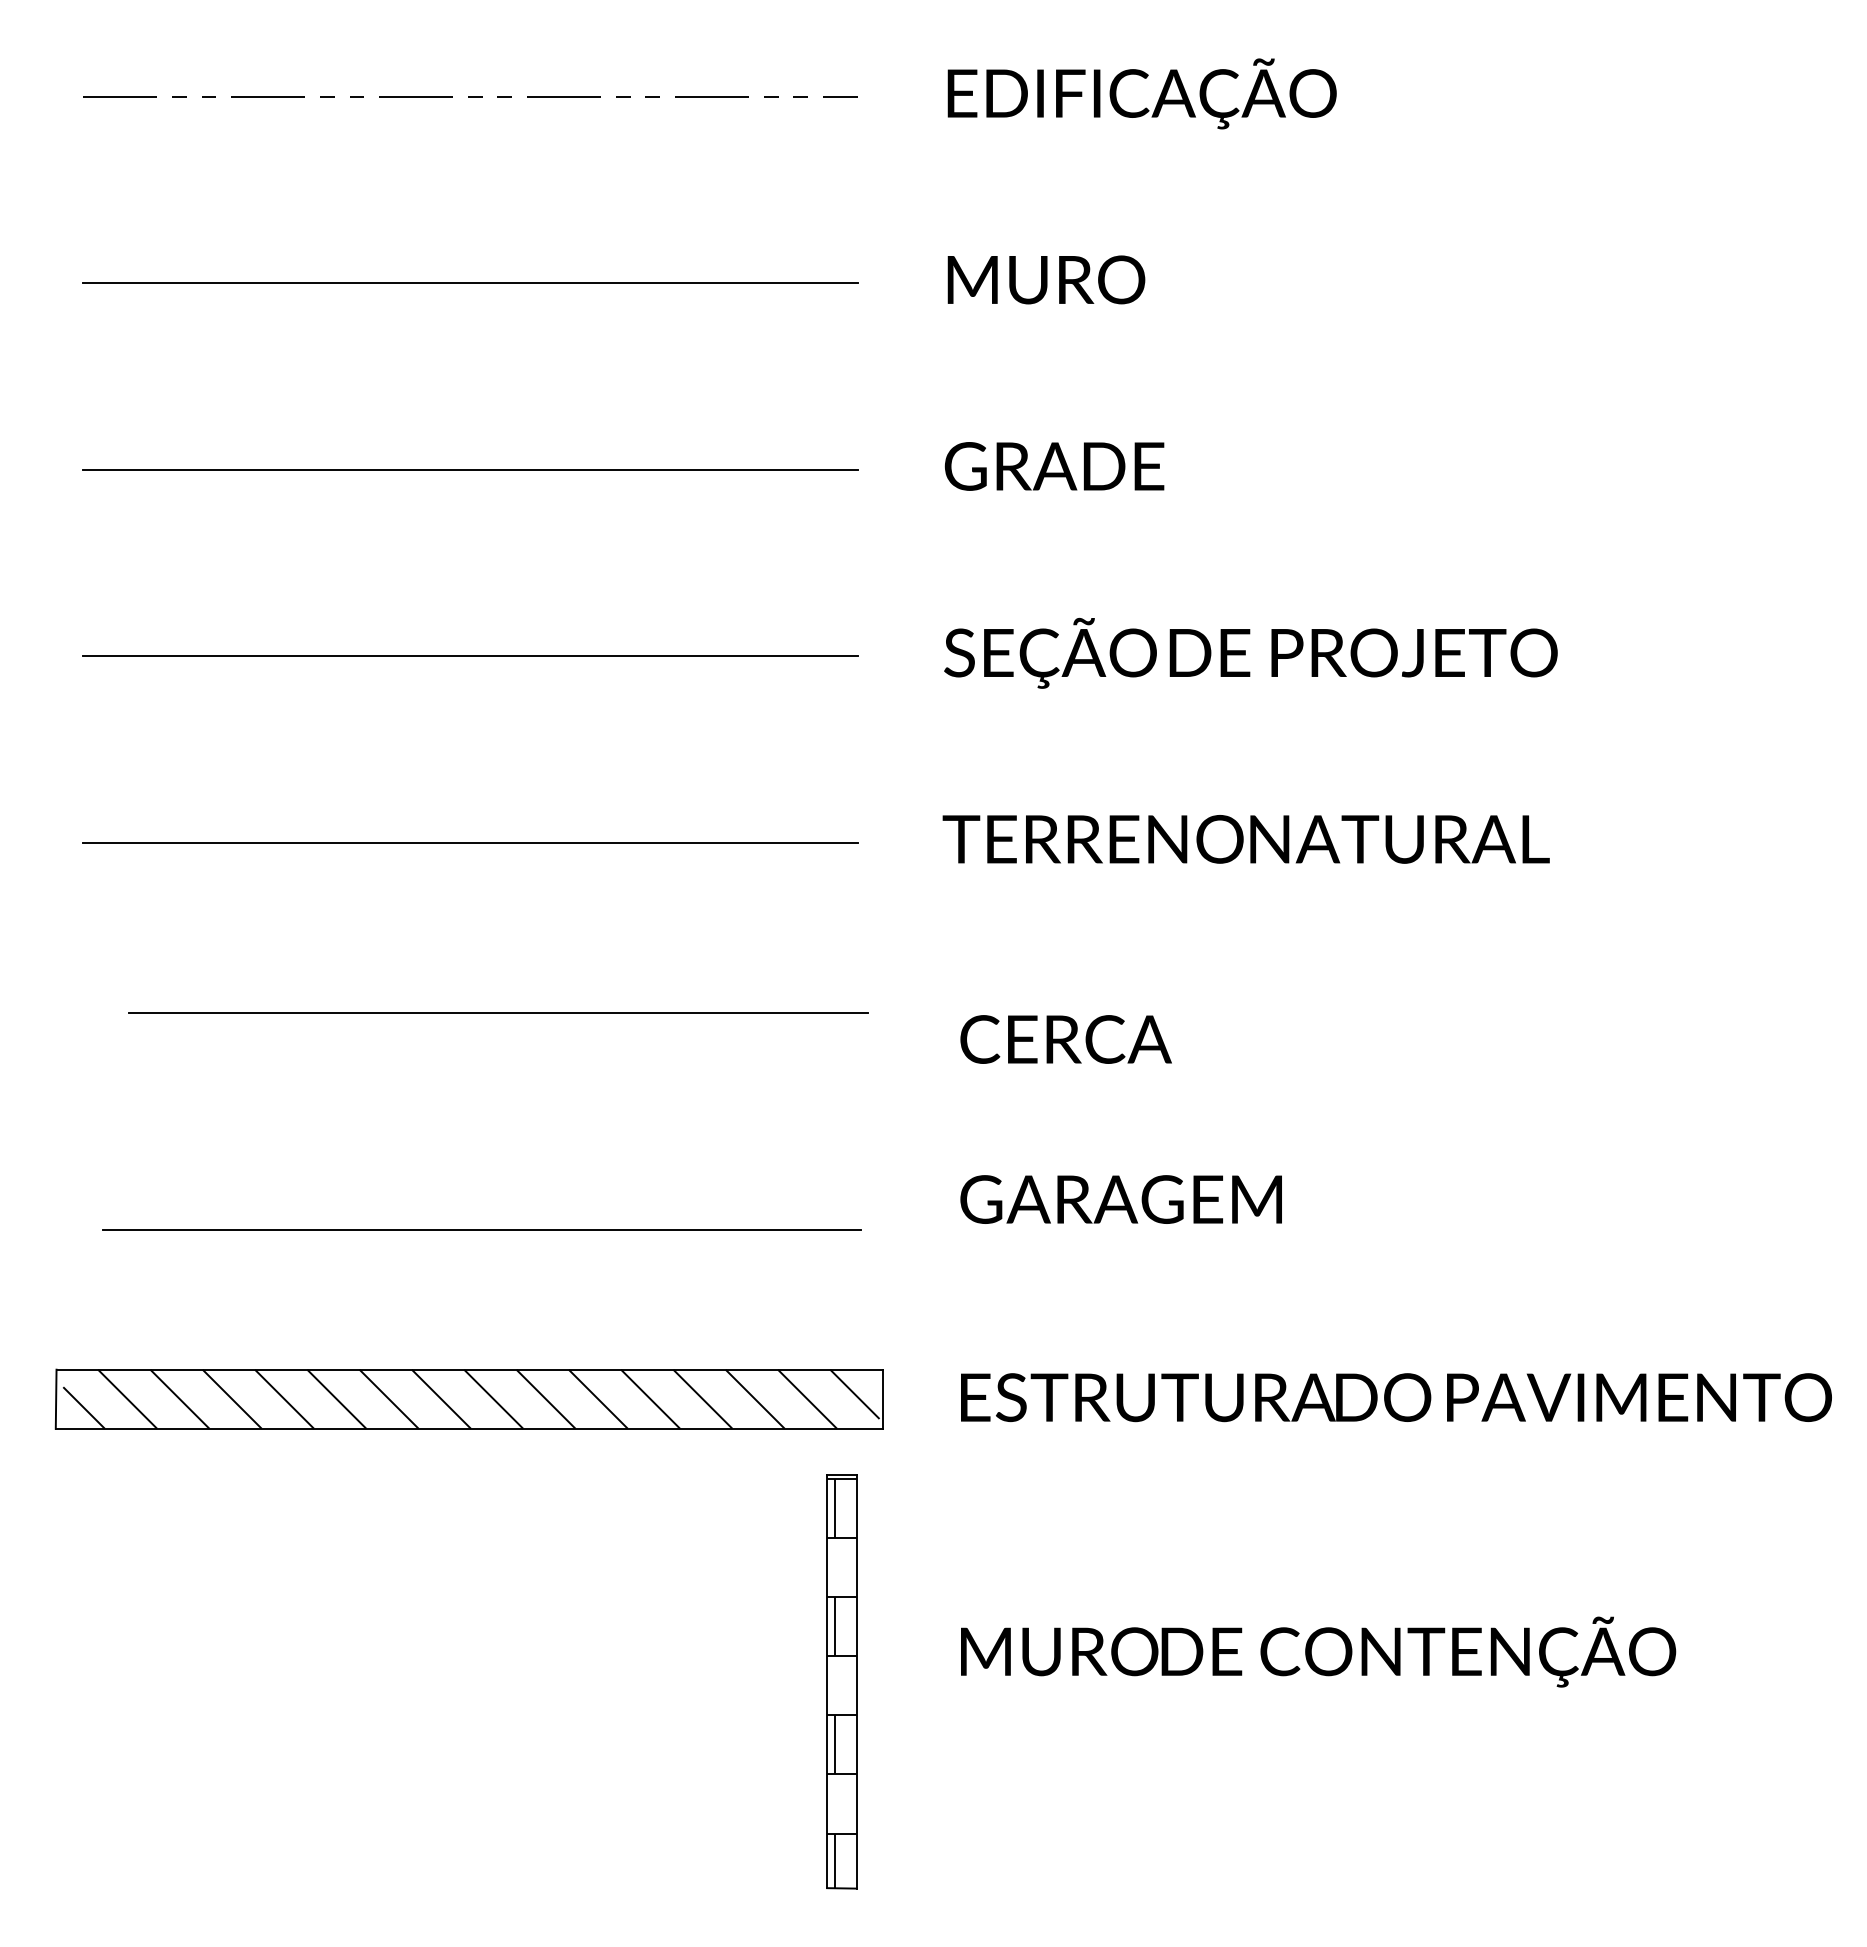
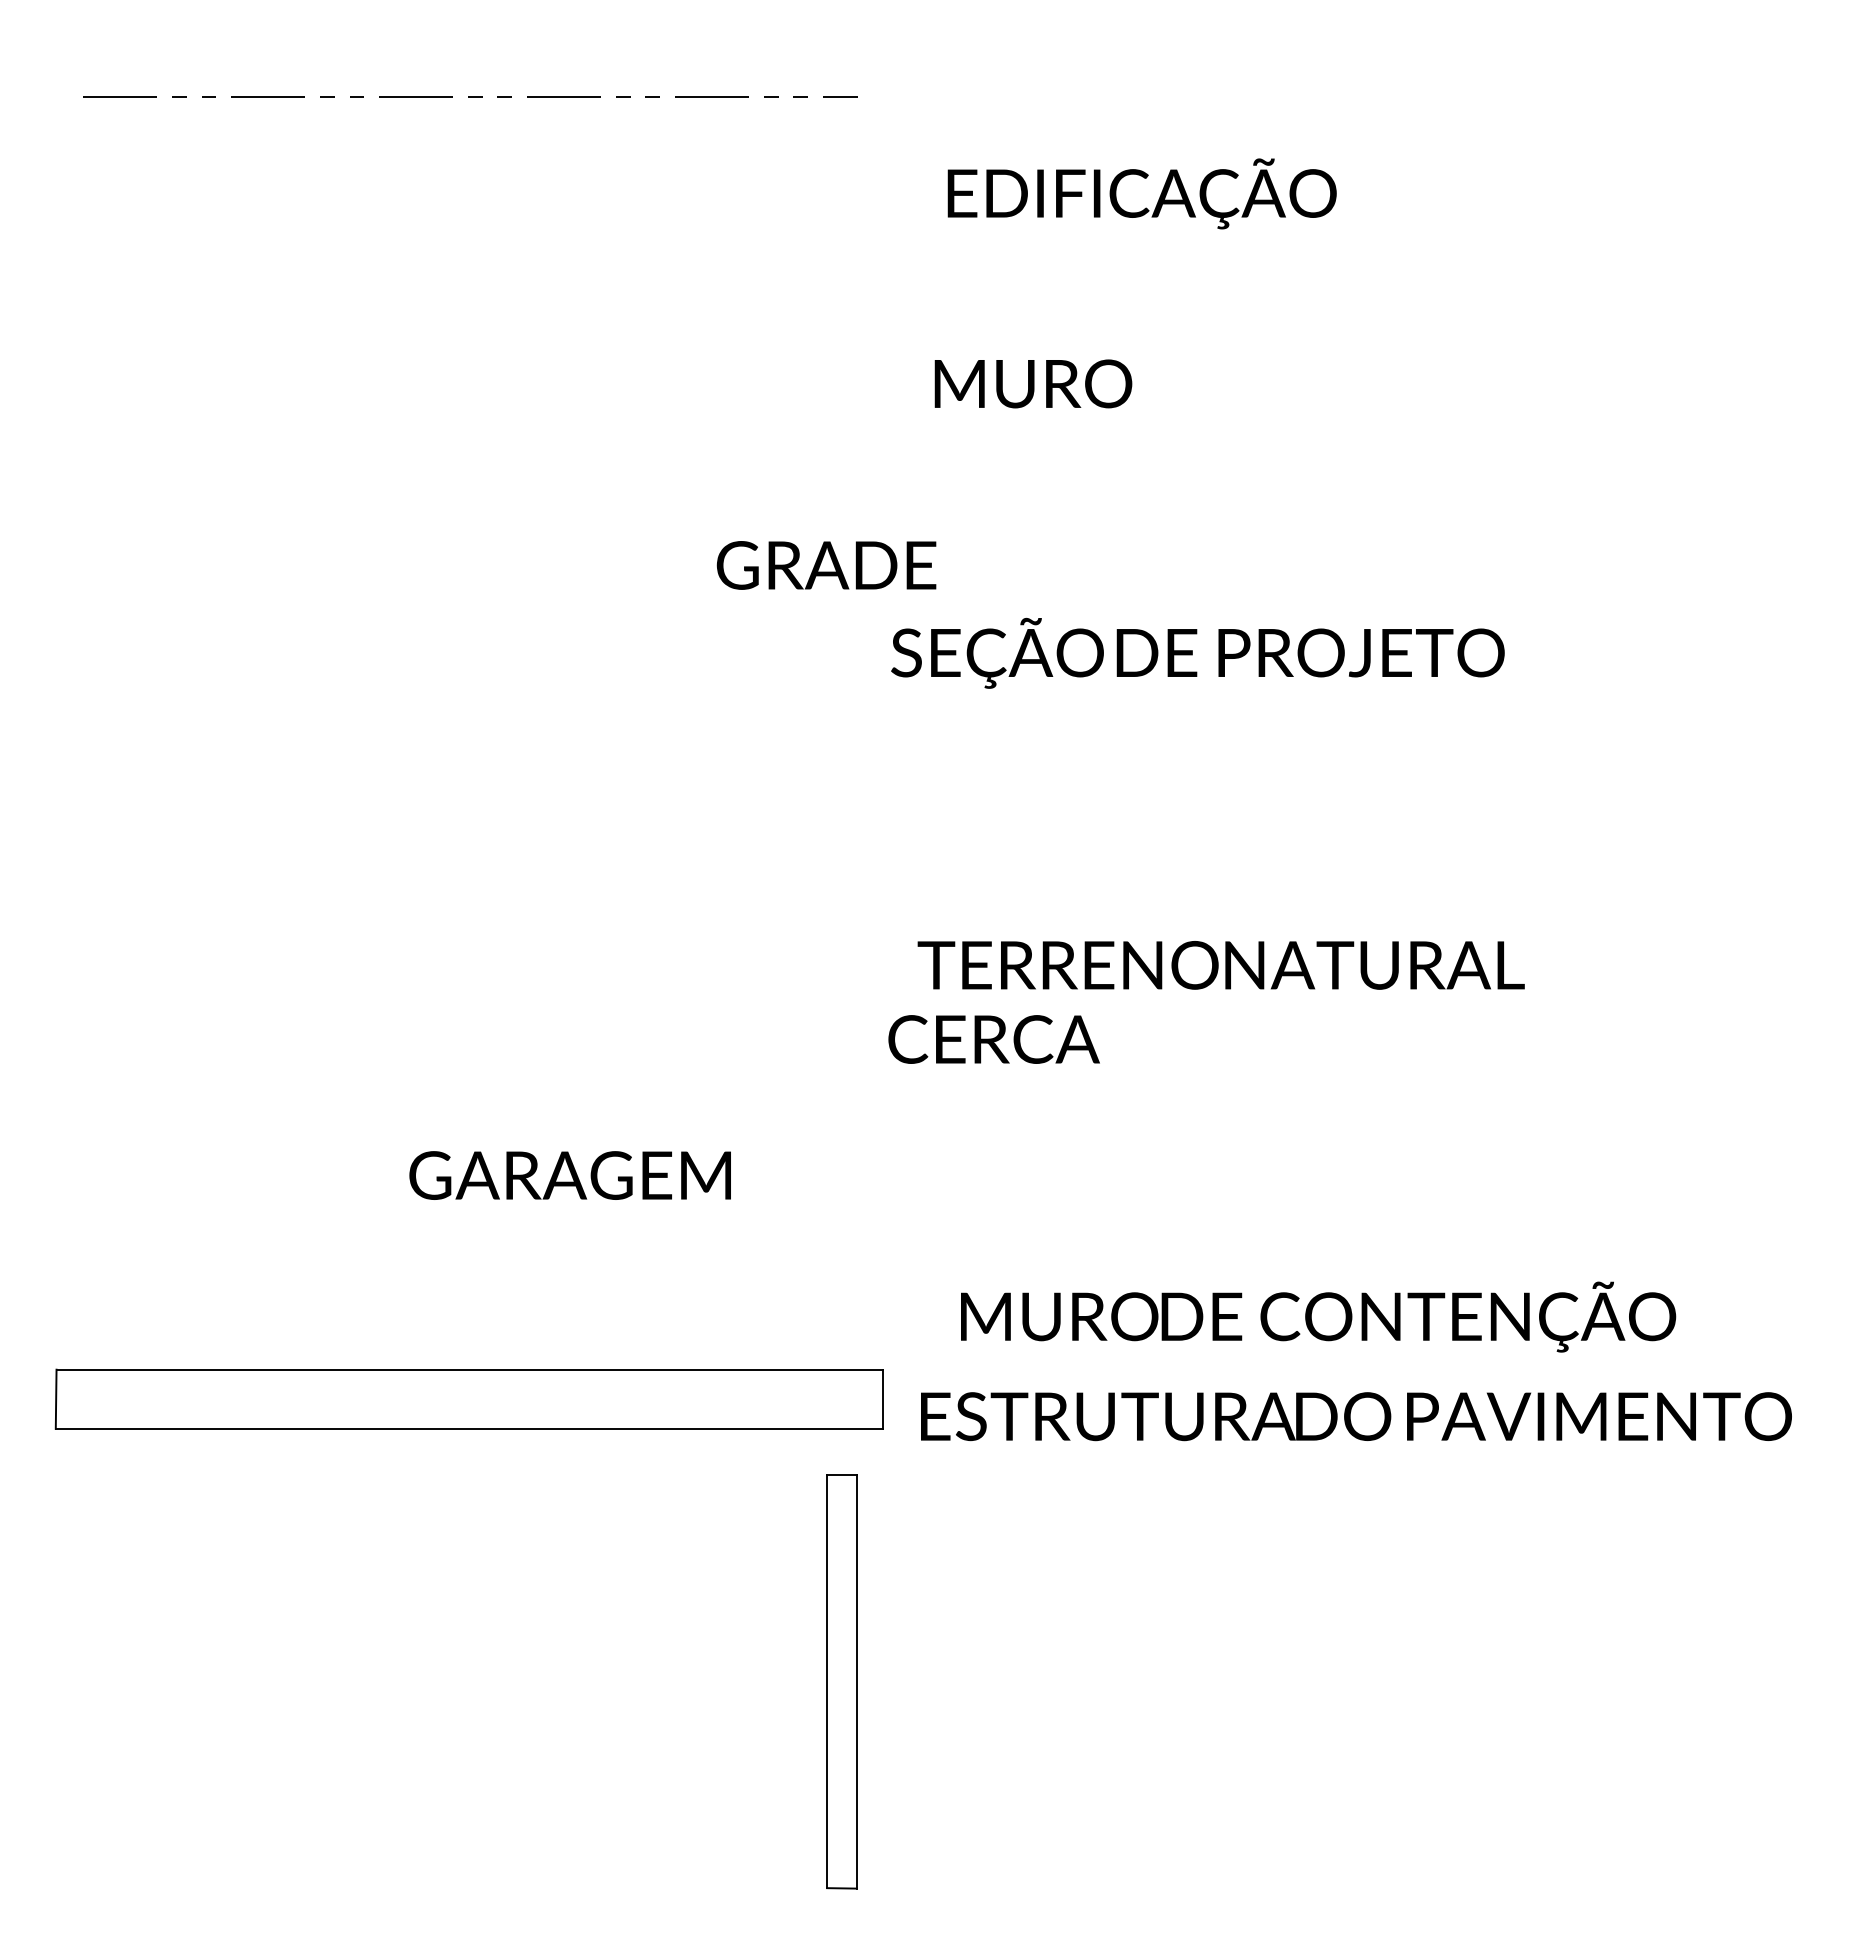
text at (1141, 93) position: (1141, 93) -> (1141, 193)
text at (1046, 279) position: (1046, 279) -> (1033, 383)
line at (470, 283): present -> none
text at (1054, 466) position: (1054, 466) -> (826, 565)
line at (470, 469): present -> none
text at (1250, 652) position: (1250, 652) -> (1197, 652)
line at (470, 656): present -> none
text at (1245, 839) position: (1245, 839) -> (1220, 965)
line at (470, 842): present -> none
line at (498, 1013): present -> none
text at (1065, 1039) position: (1065, 1039) -> (993, 1039)
text at (1120, 1199) position: (1120, 1199) -> (569, 1175)
line at (481, 1229): present -> none
text at (1396, 1397) position: (1396, 1397) -> (1356, 1416)
hatch at (471, 1398): present -> none
text at (1318, 1651) position: (1318, 1651) -> (1318, 1316)
hatch at (841, 1683): present -> none
